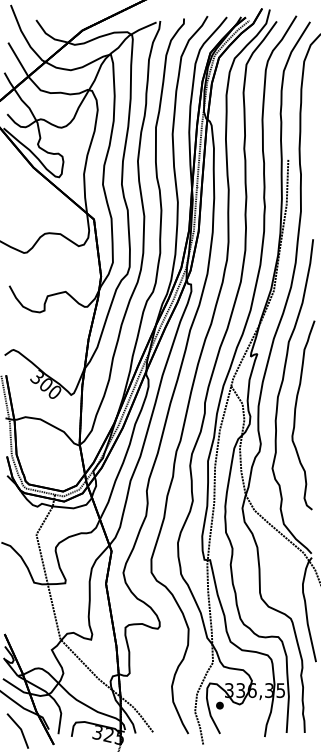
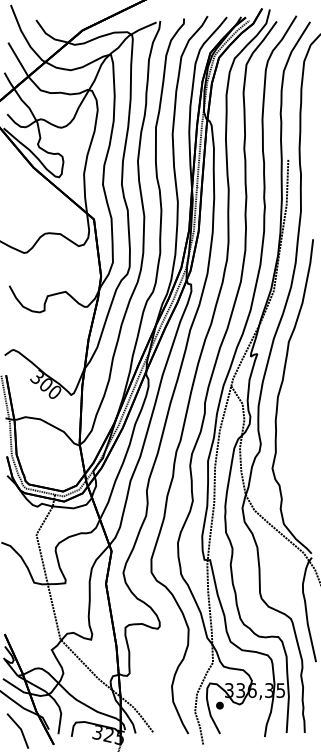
curve at (295, 415): present -> none
